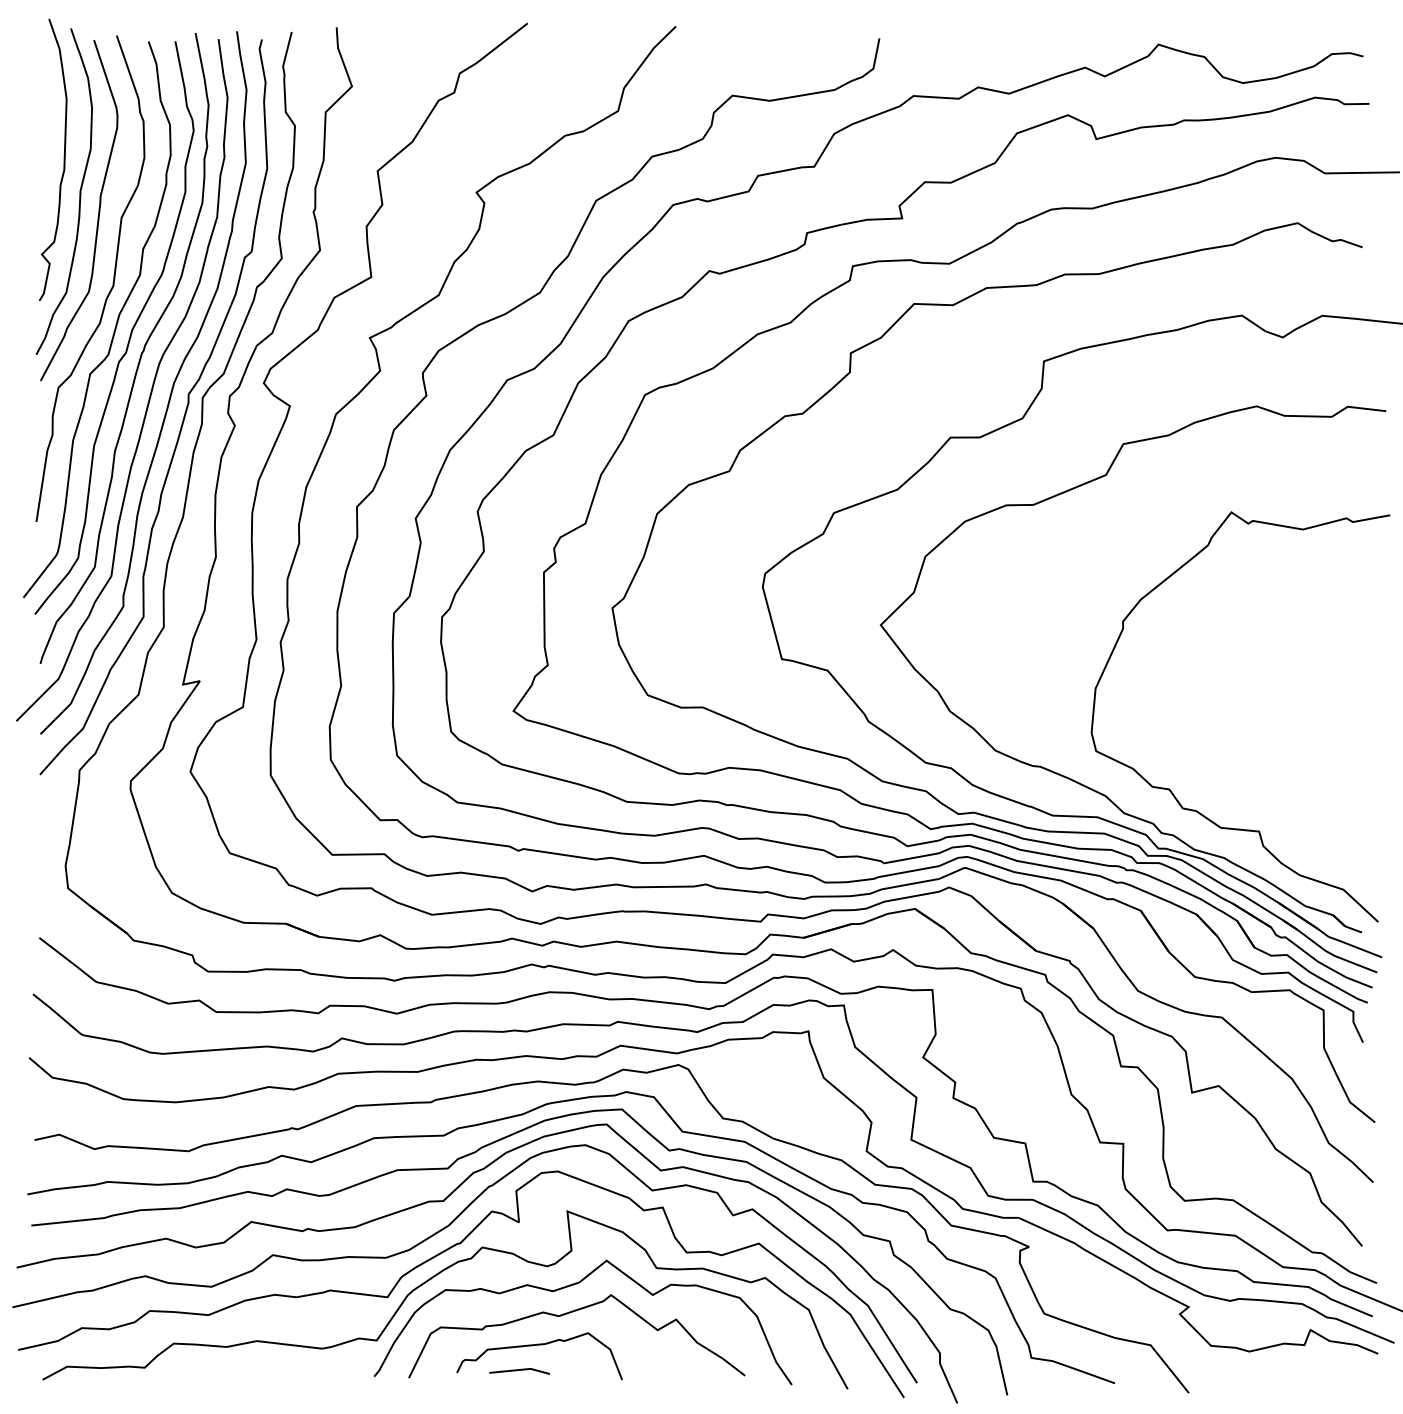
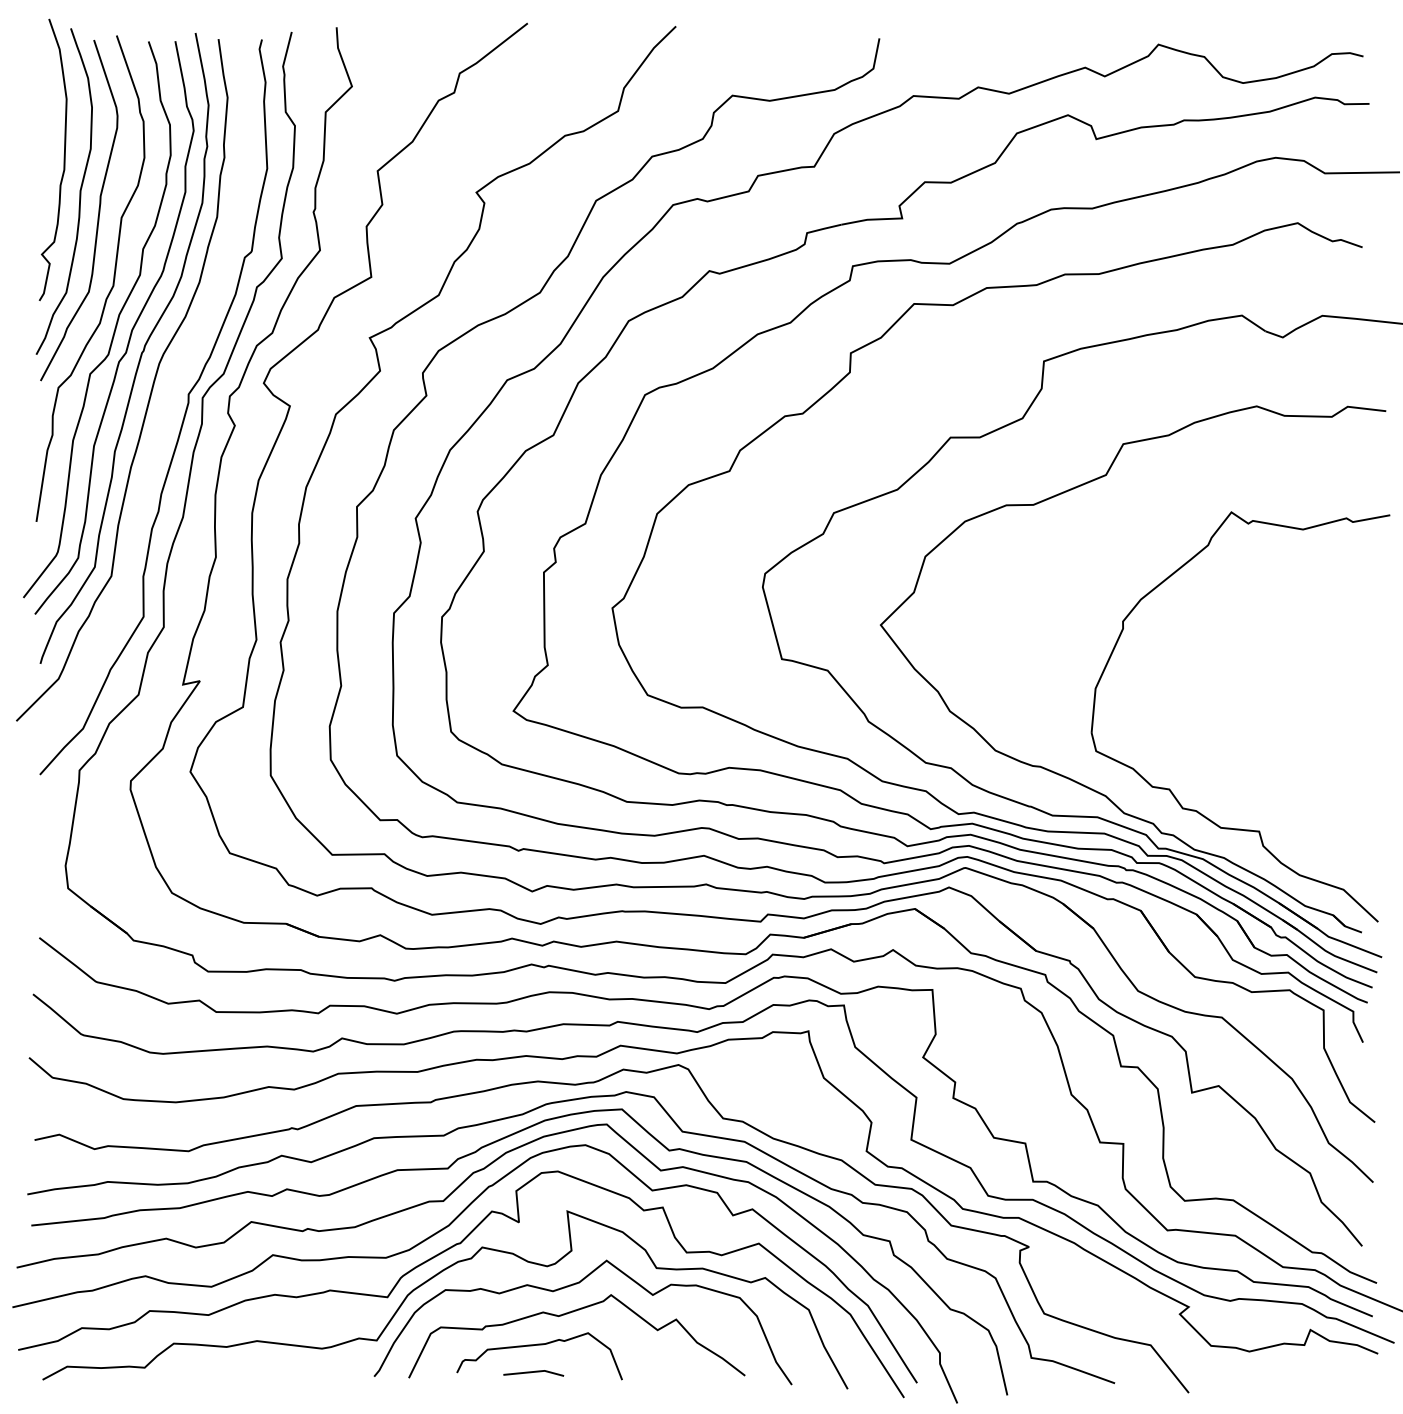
curve at (171, 387): present -> none
line at (519, 1370) position: (519, 1370) -> (533, 1372)
